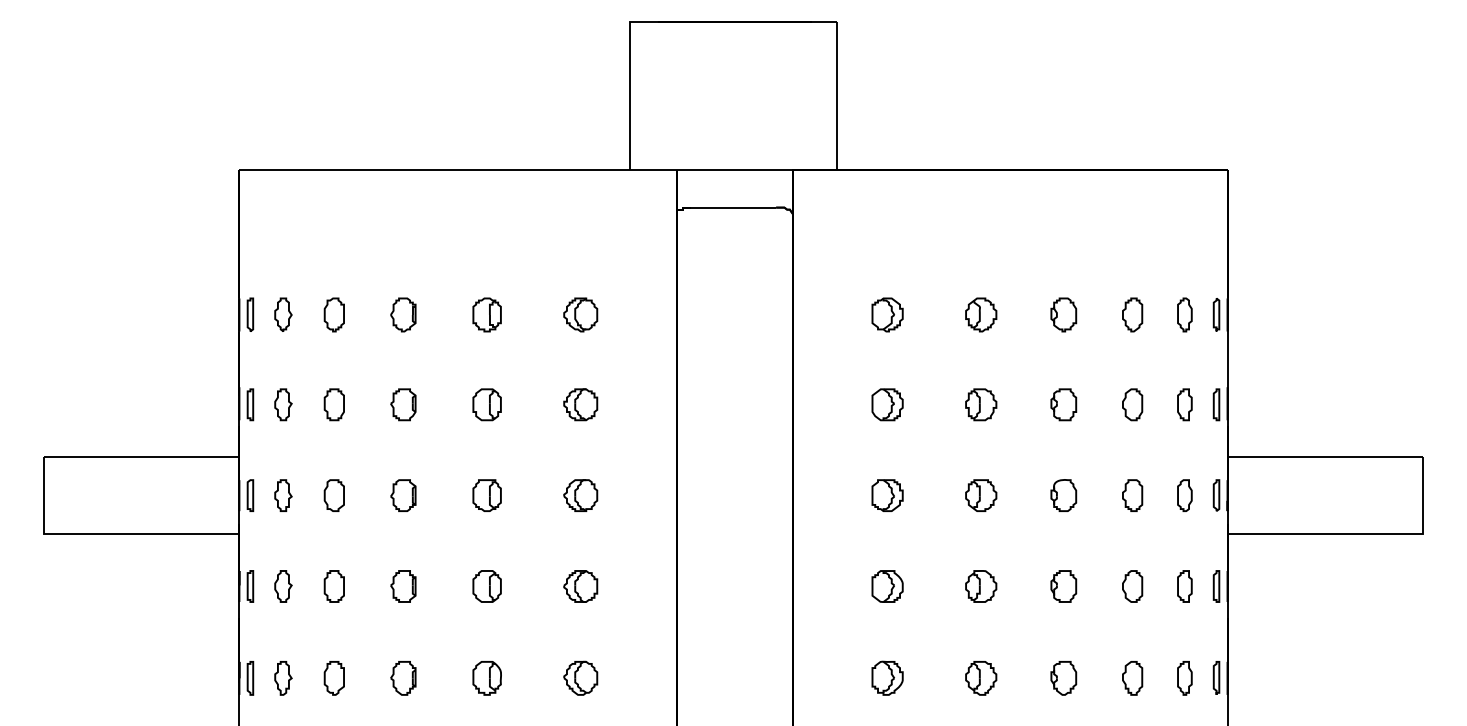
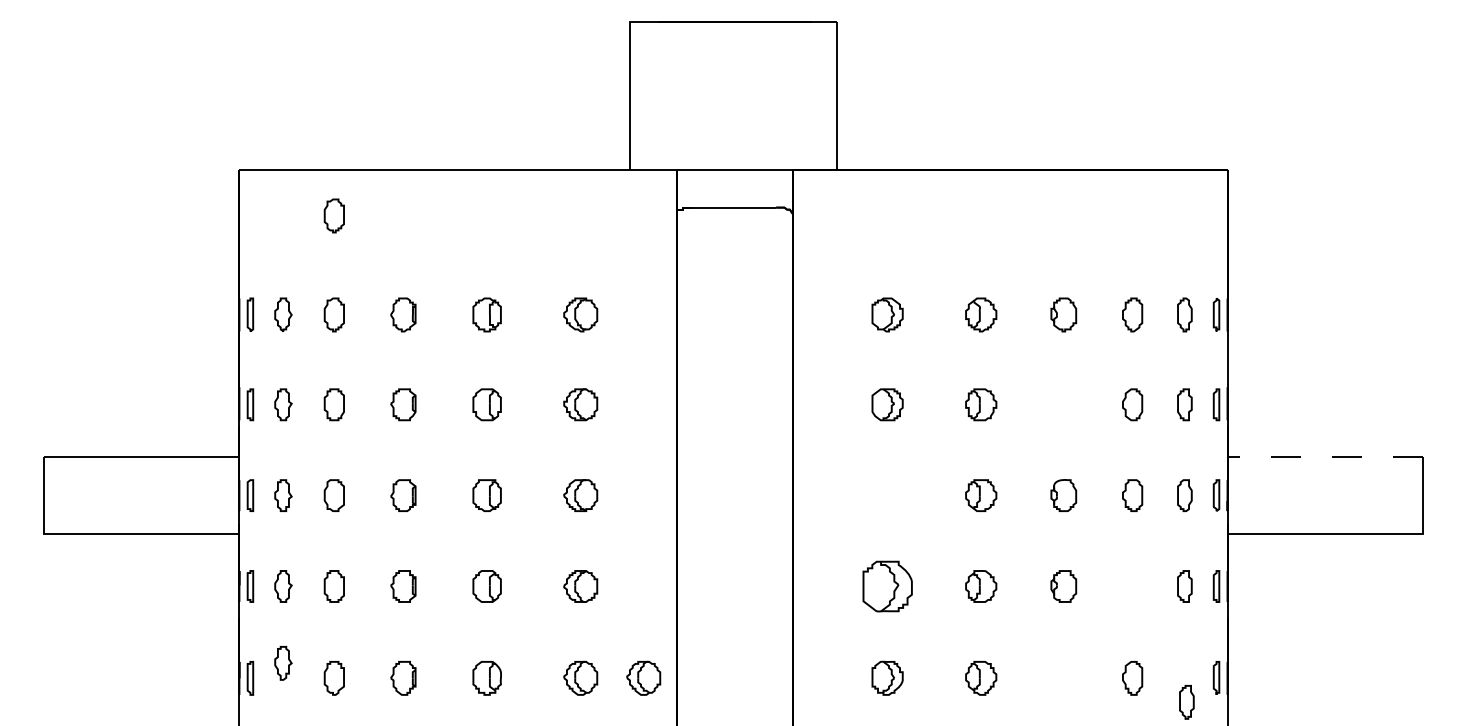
part at (333, 215): none -> present
part at (1063, 404): present -> none
line at (1325, 457): solid -> dashed
part at (887, 495): present -> none
part at (887, 586) size: 33x33 px -> 51x53 px
part at (1132, 586): present -> none
part at (643, 677): none -> present
part at (283, 678) position: (283, 678) -> (283, 663)
part at (1063, 678): present -> none
part at (1184, 678) position: (1184, 678) -> (1186, 702)
